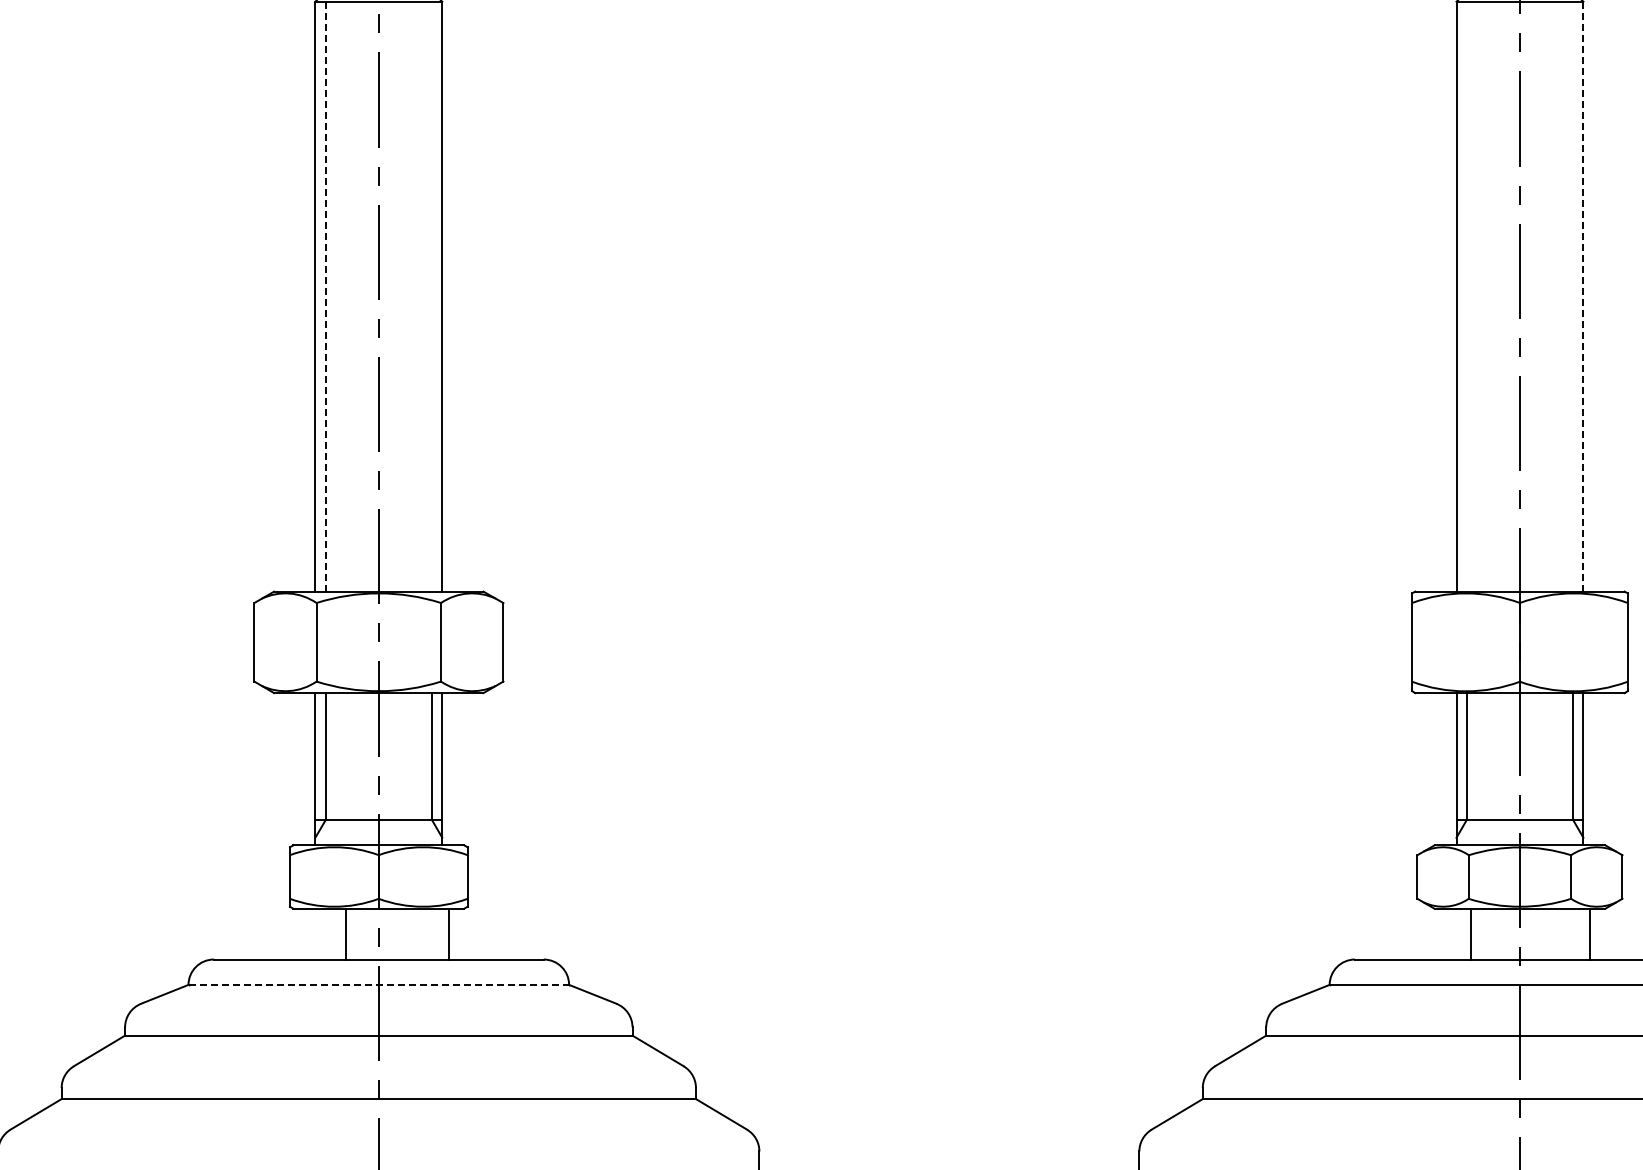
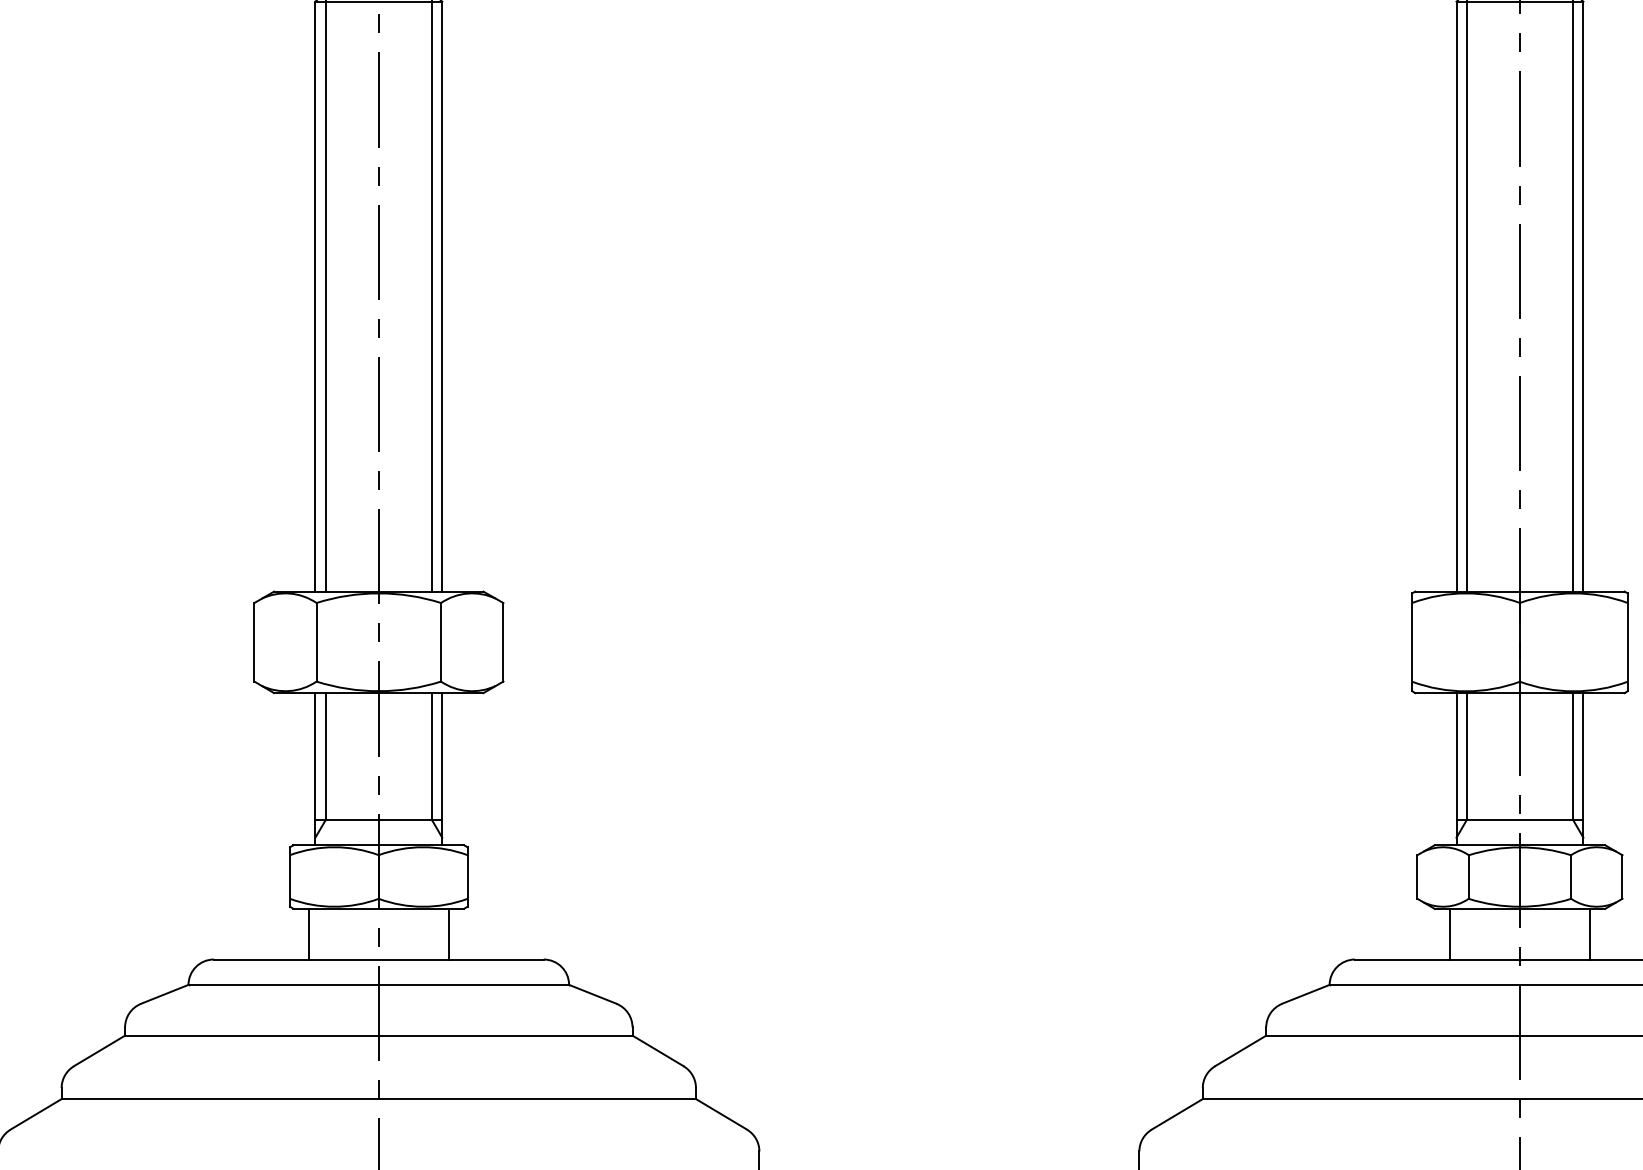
line at (325, 295): dashed -> solid
line at (431, 296): none -> present
line at (1466, 296): none -> present
line at (1573, 296): none -> present
line at (1583, 296): dashed -> solid
line at (346, 933) position: (346, 933) -> (309, 933)
line at (1471, 933) position: (1471, 933) -> (1450, 933)
line at (379, 984): dashed -> solid
